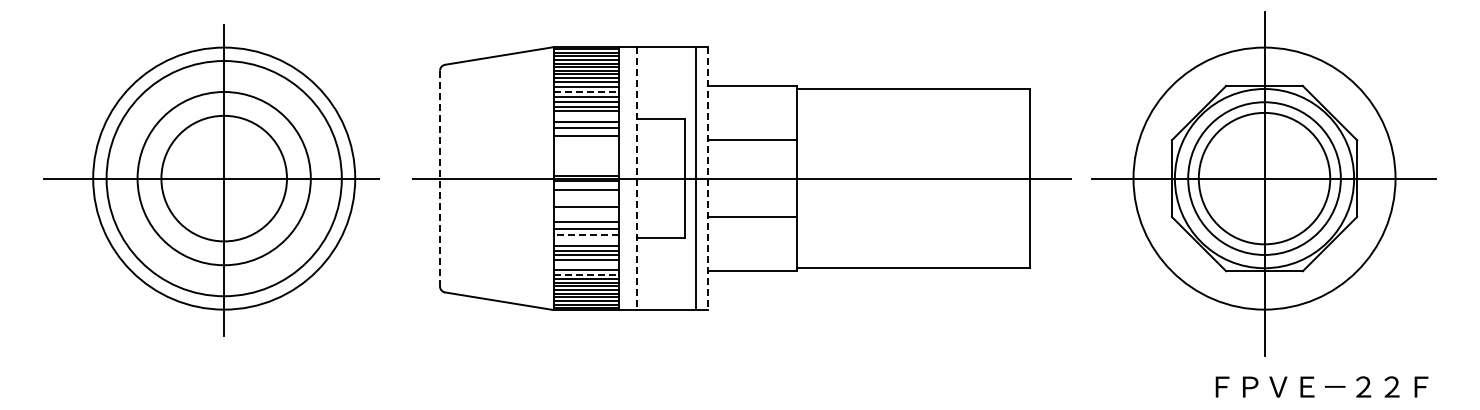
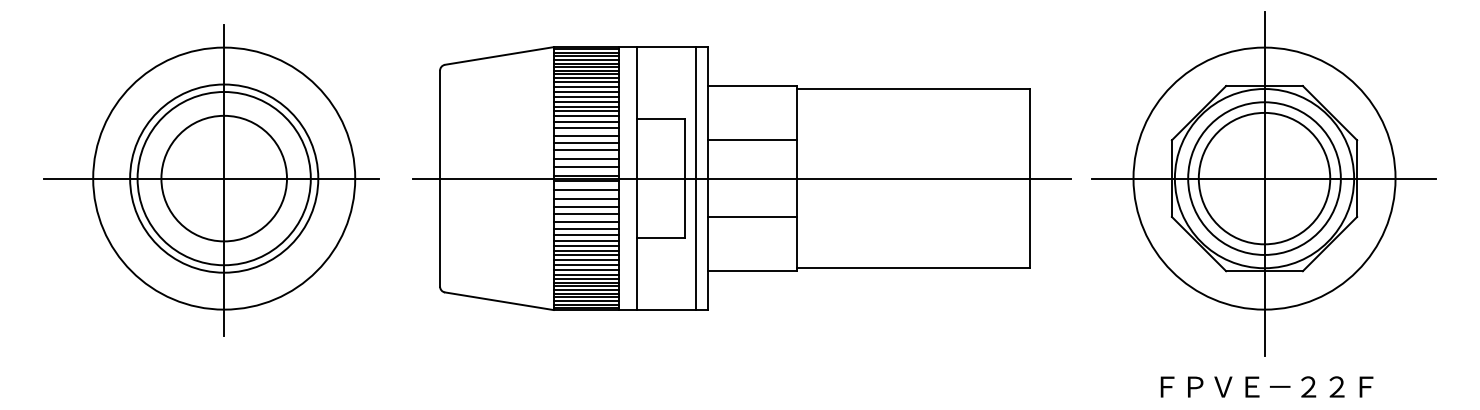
line at (586, 92): dashed -> solid
line at (586, 116): none -> present
line at (586, 143): none -> present
line at (586, 150): none -> present
line at (586, 158): none -> present
line at (586, 166): none -> present
circle at (223, 178) diameter: 235 px -> 188 px
line at (440, 178): dashed -> solid
line at (637, 179): dashed -> solid
line at (707, 179): dashed -> solid
line at (586, 198): none -> present
line at (586, 214): none -> present
line at (586, 234): dashed -> solid
line at (586, 240): none -> present
line at (586, 265): none -> present
line at (586, 274): dashed -> solid
text at (1321, 386) position: (1321, 386) -> (1266, 386)
